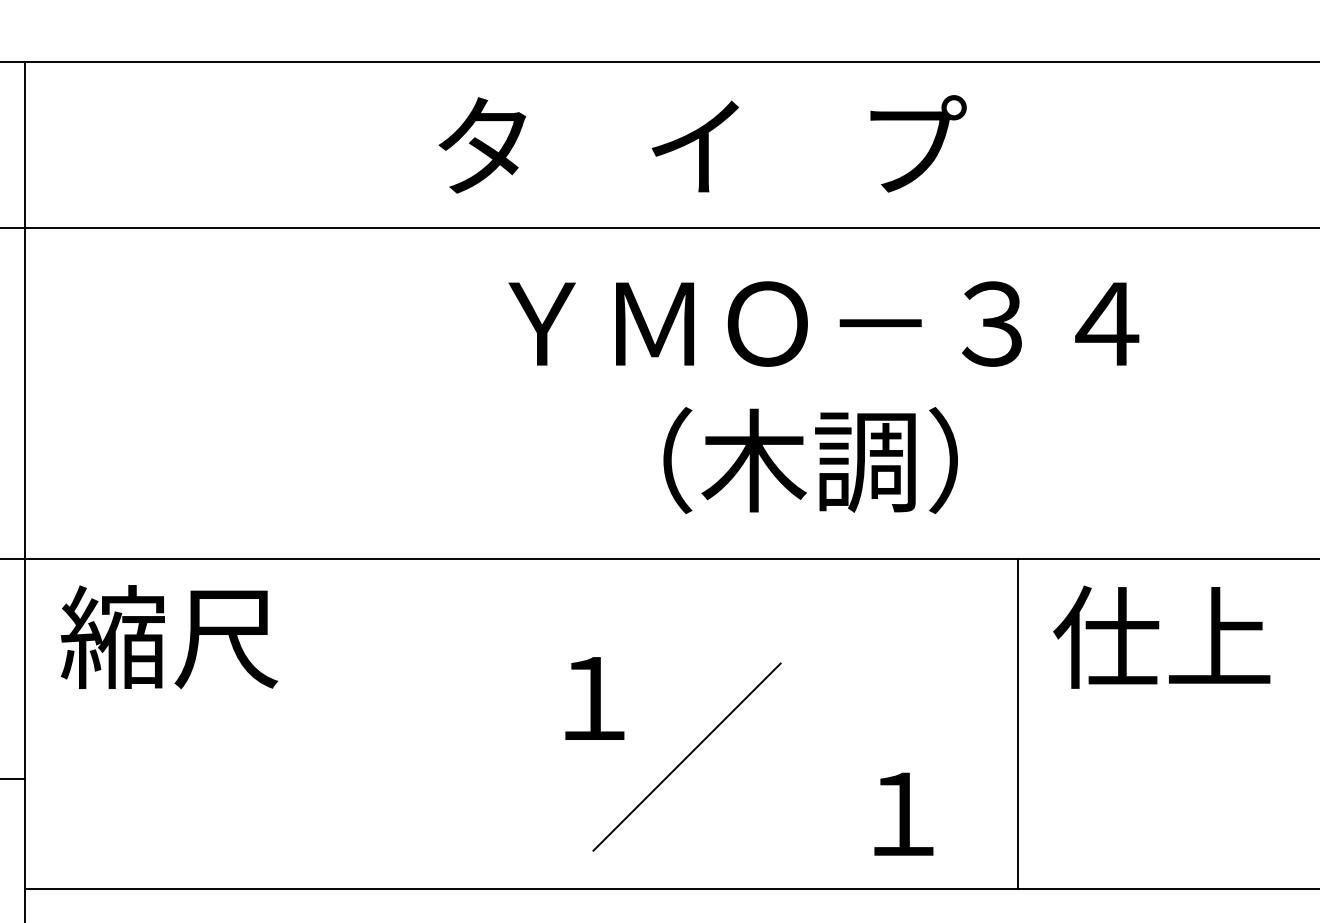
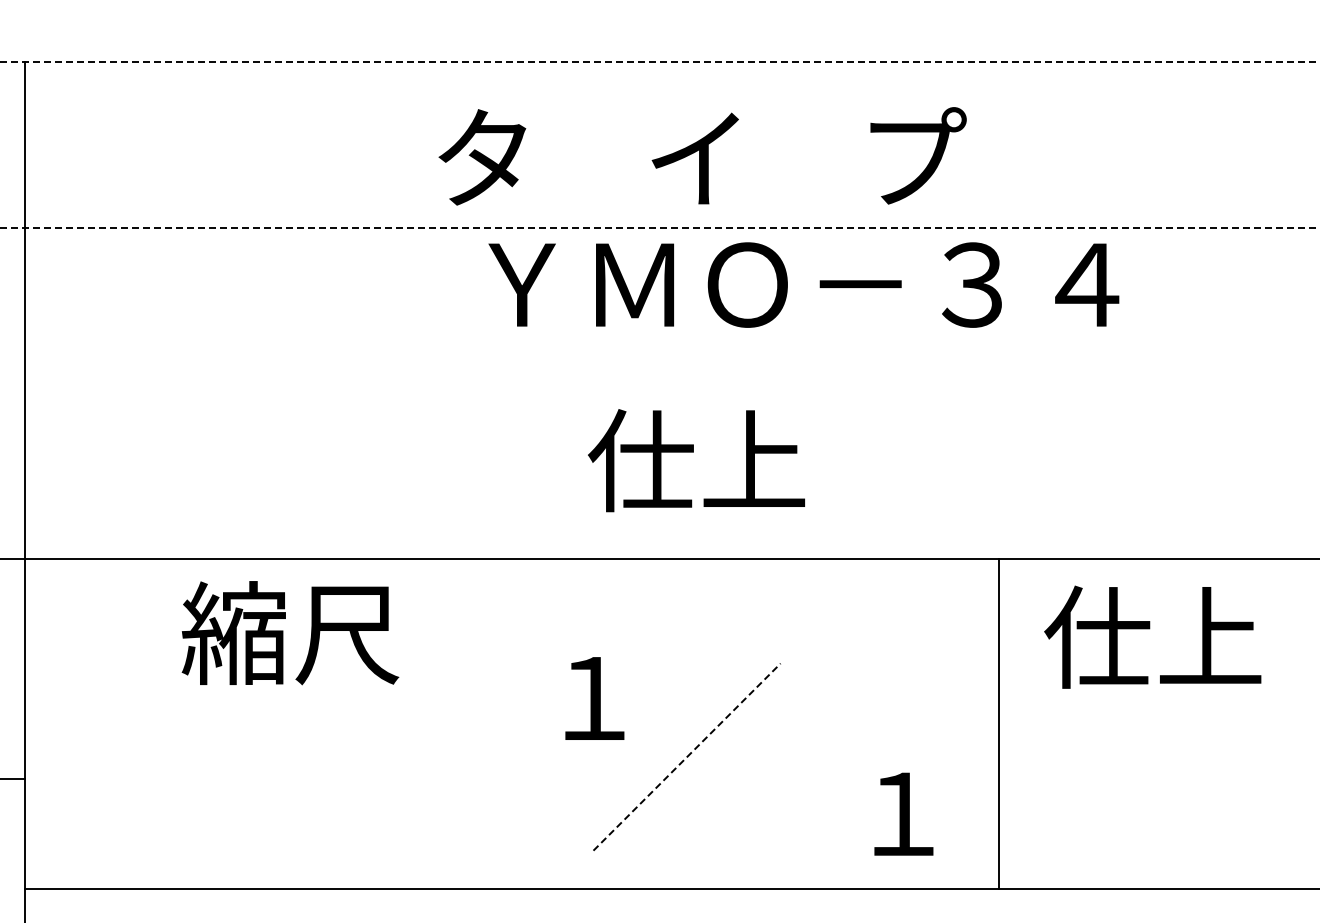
line at (660, 62): solid -> dashed
text at (702, 144) position: (702, 144) -> (702, 156)
line at (660, 227): solid -> dashed
text at (823, 323) position: (823, 323) -> (803, 284)
text at (772, 460): （木調） -> 仕上
text at (1161, 636) position: (1161, 636) -> (1152, 636)
text at (169, 637) position: (169, 637) -> (290, 633)
line at (1017, 723) position: (1017, 723) -> (998, 723)
line at (687, 756): solid -> dashed
